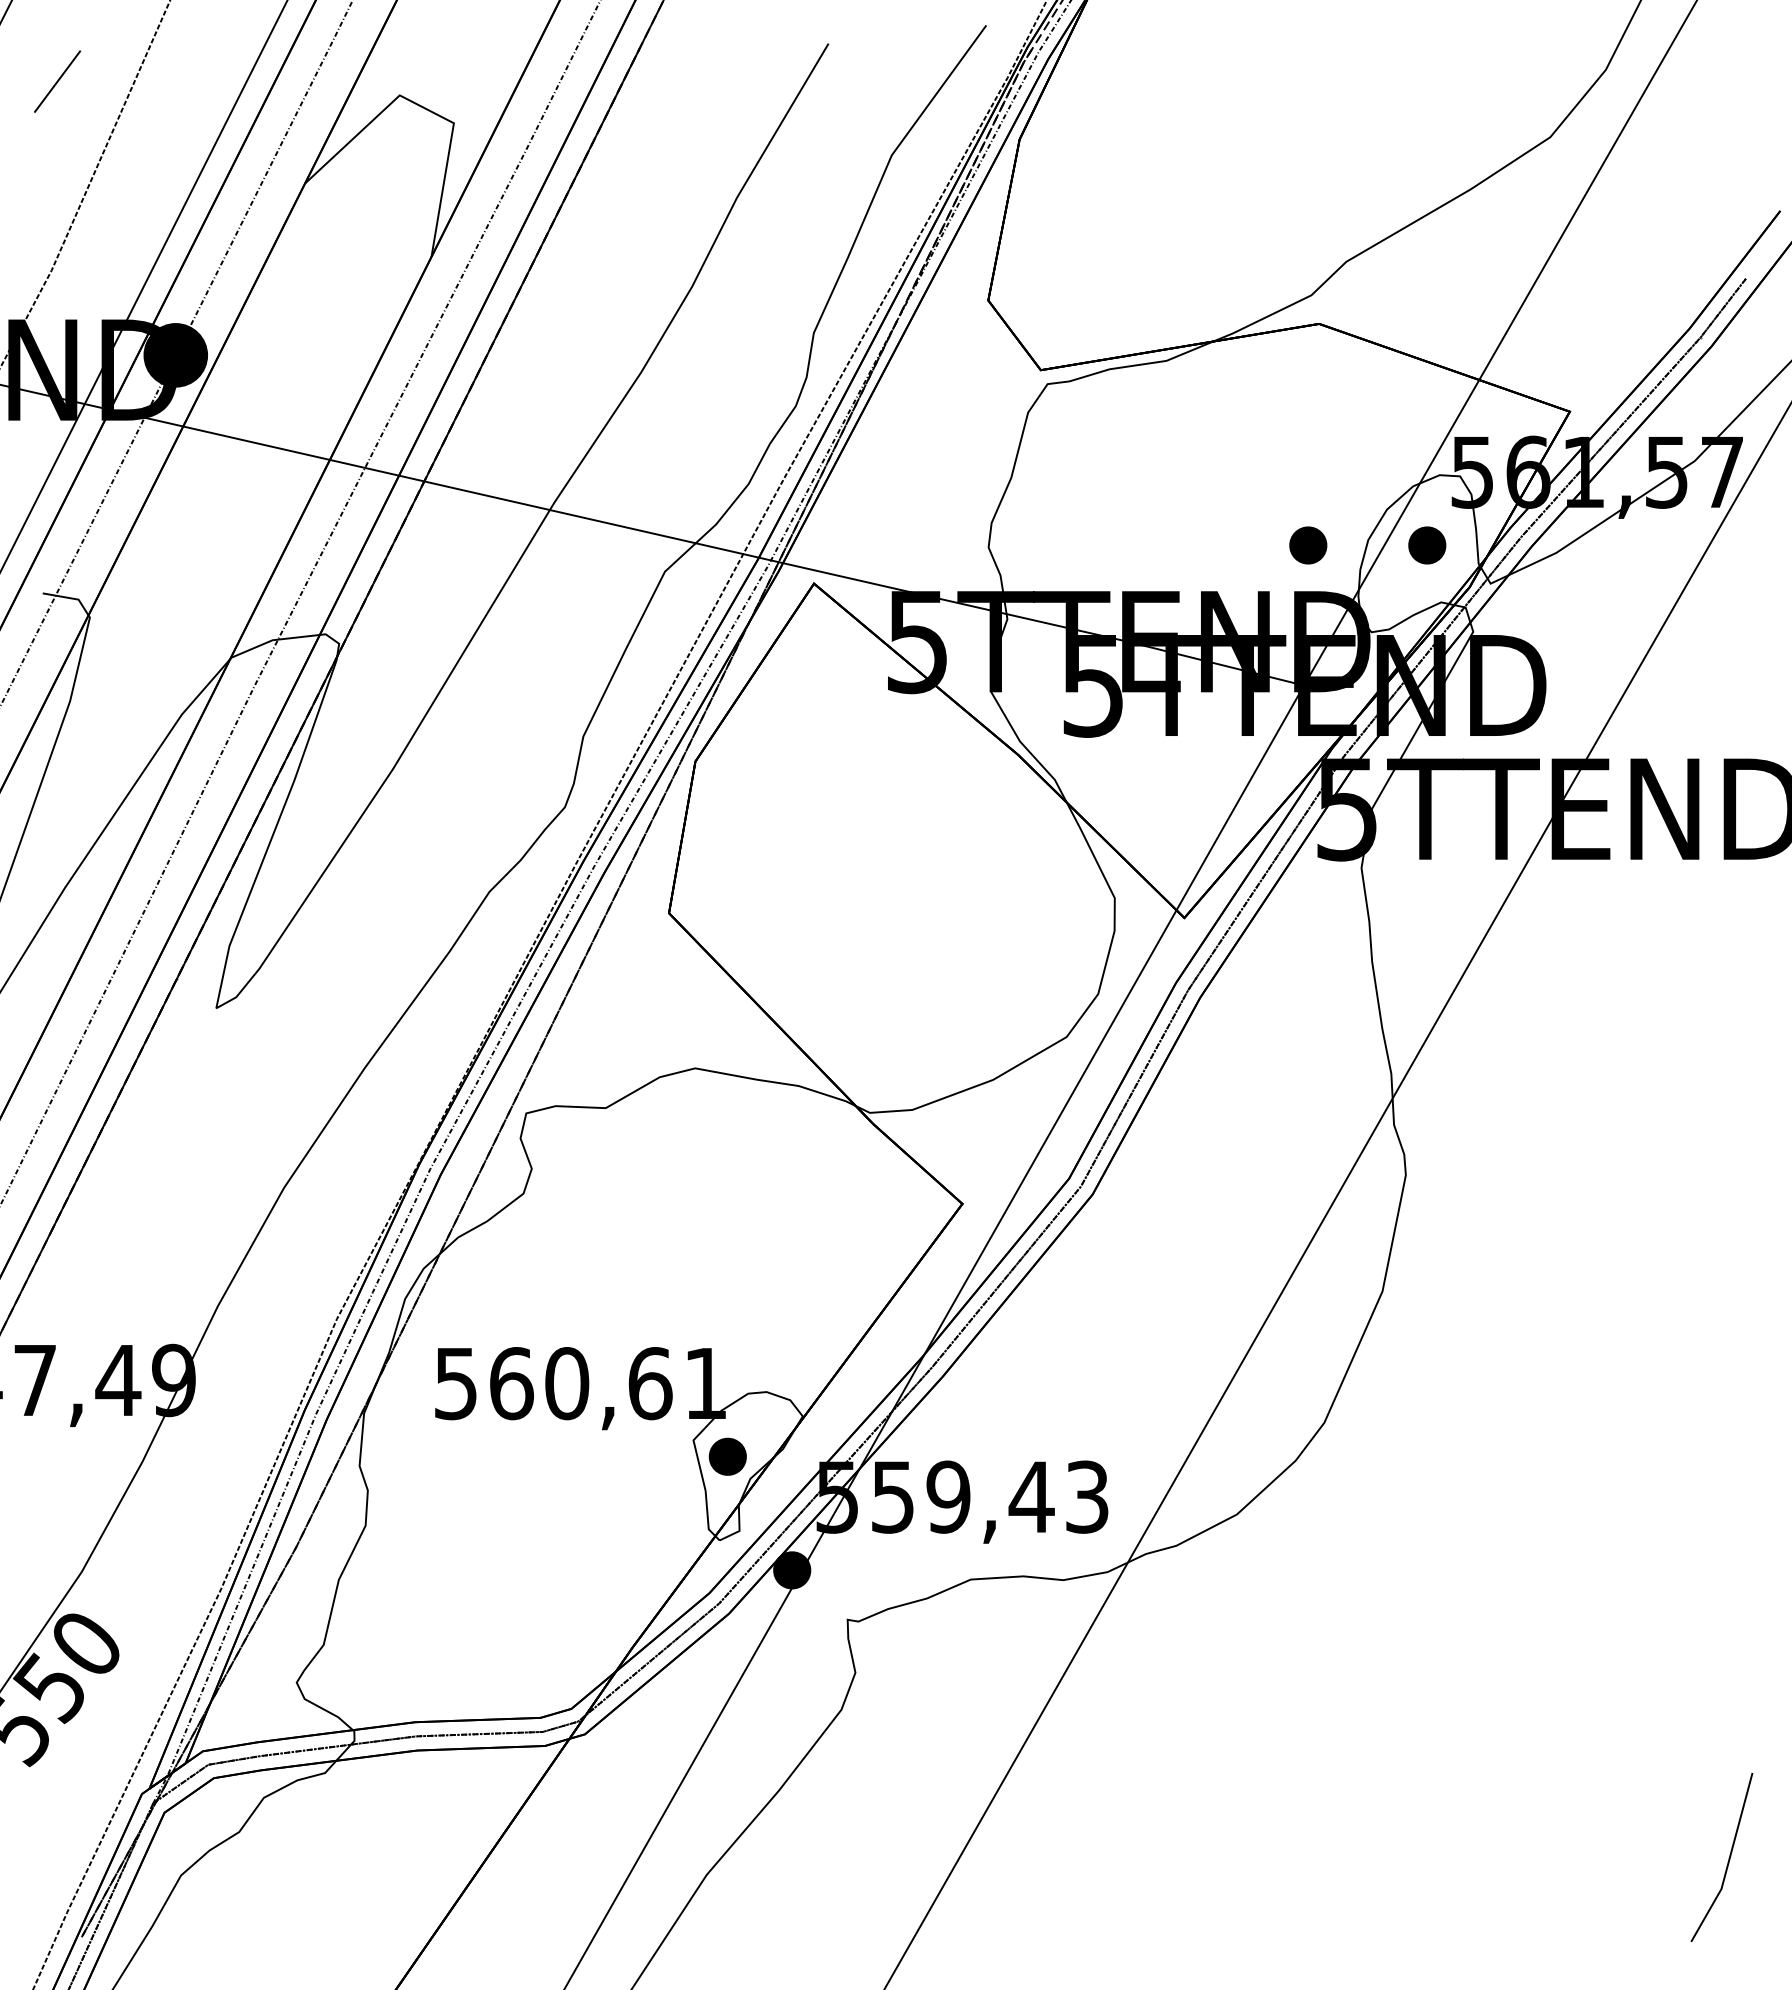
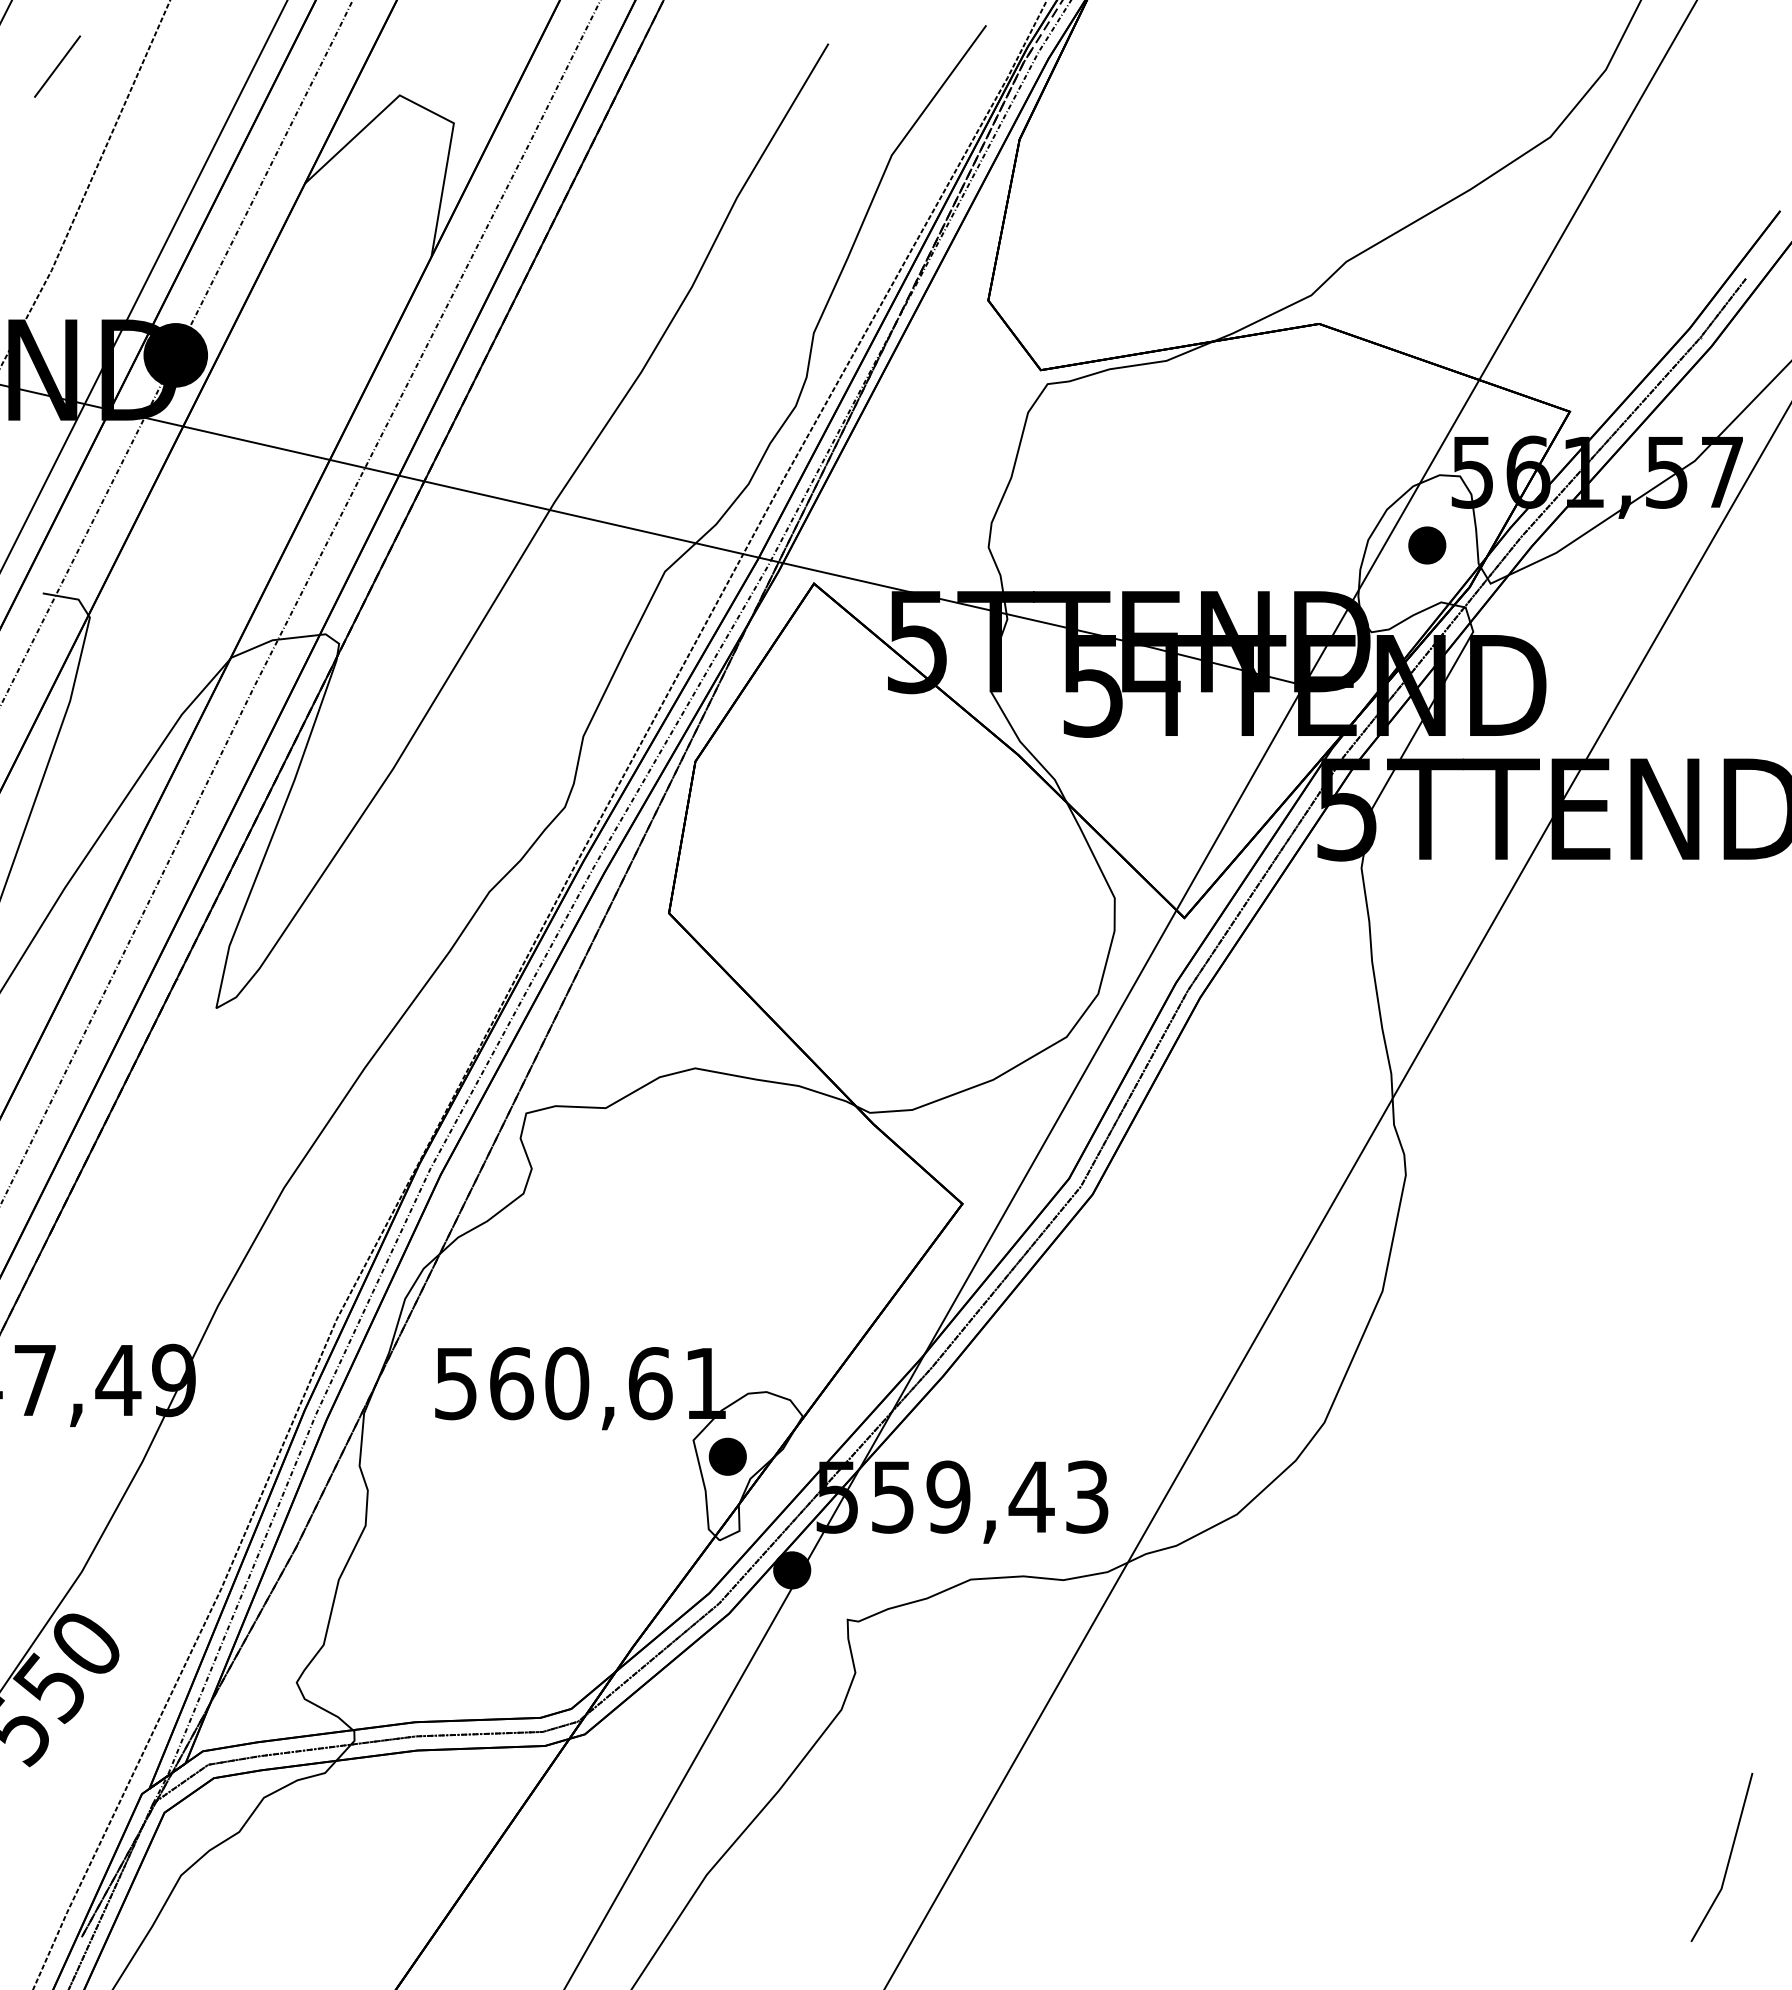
line at (57, 81) position: (57, 81) -> (57, 66)
part at (1308, 545): present -> none
